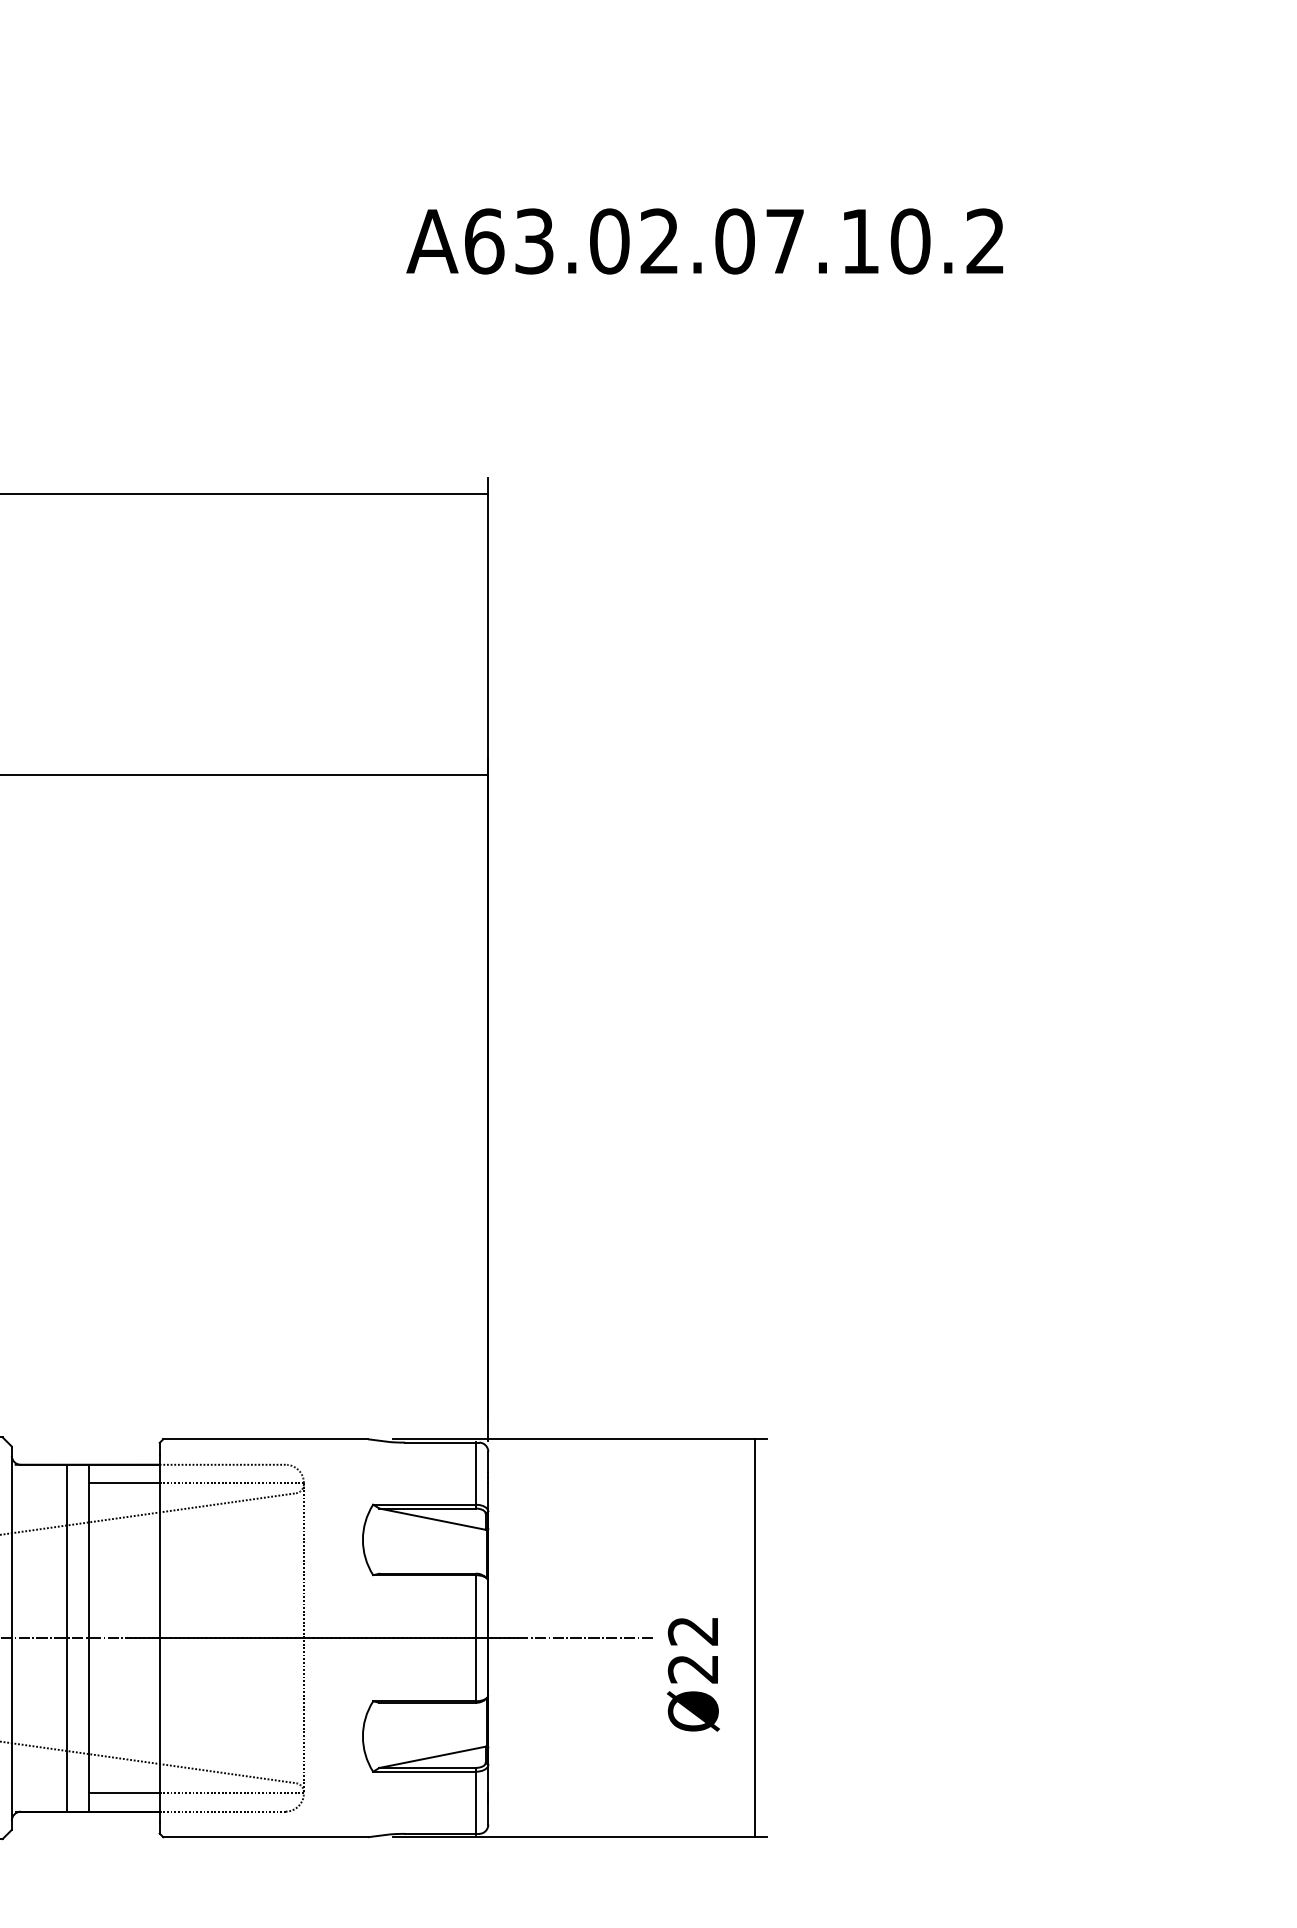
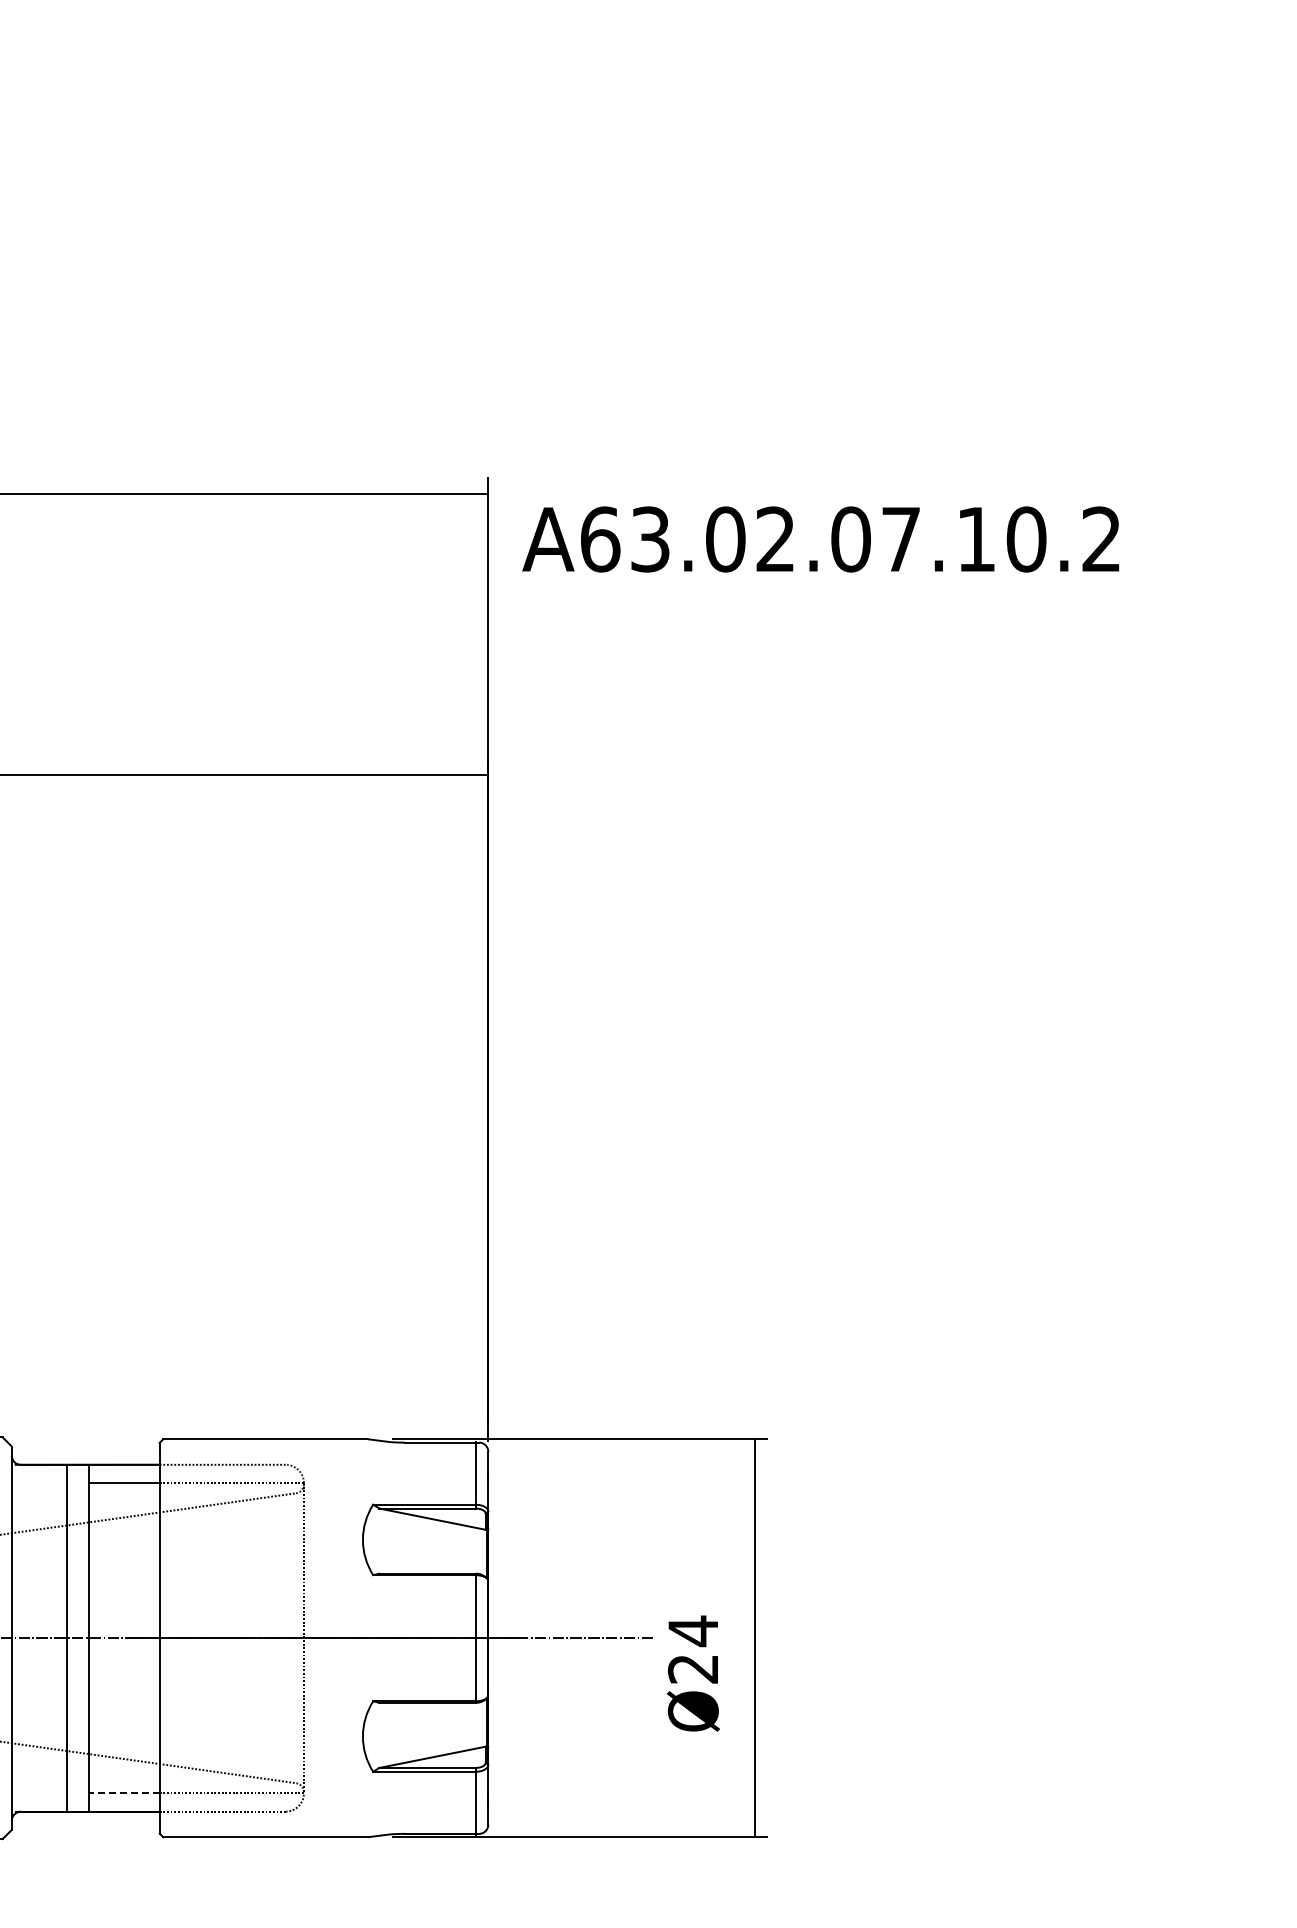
text at (704, 241) position: (704, 241) -> (820, 539)
text at (692, 1631): Ø22 -> Ø24
line at (124, 1793): solid -> dashed
